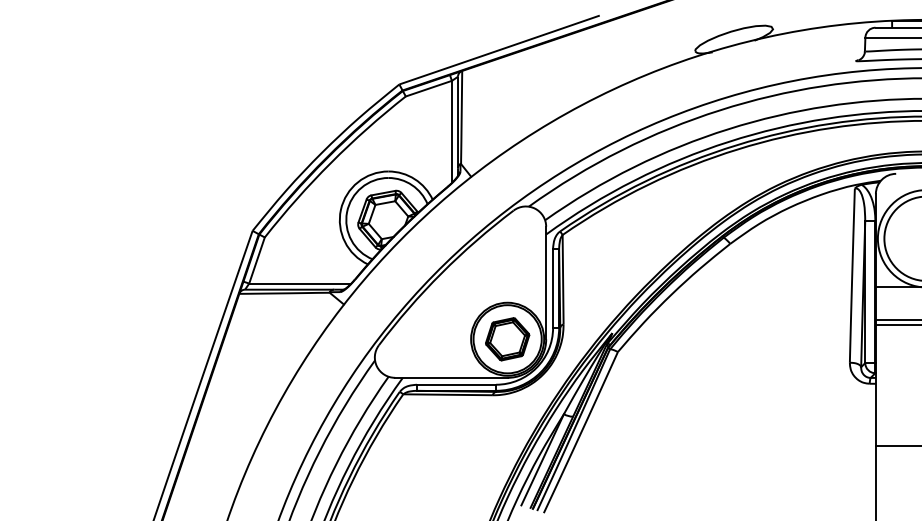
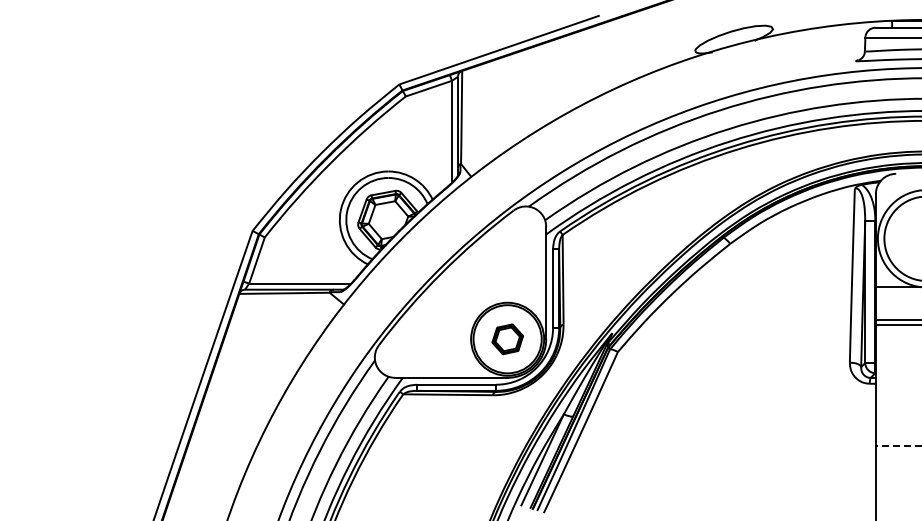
part at (507, 339) size: 46x45 px -> 33x33 px
line at (898, 446): solid -> dashed
